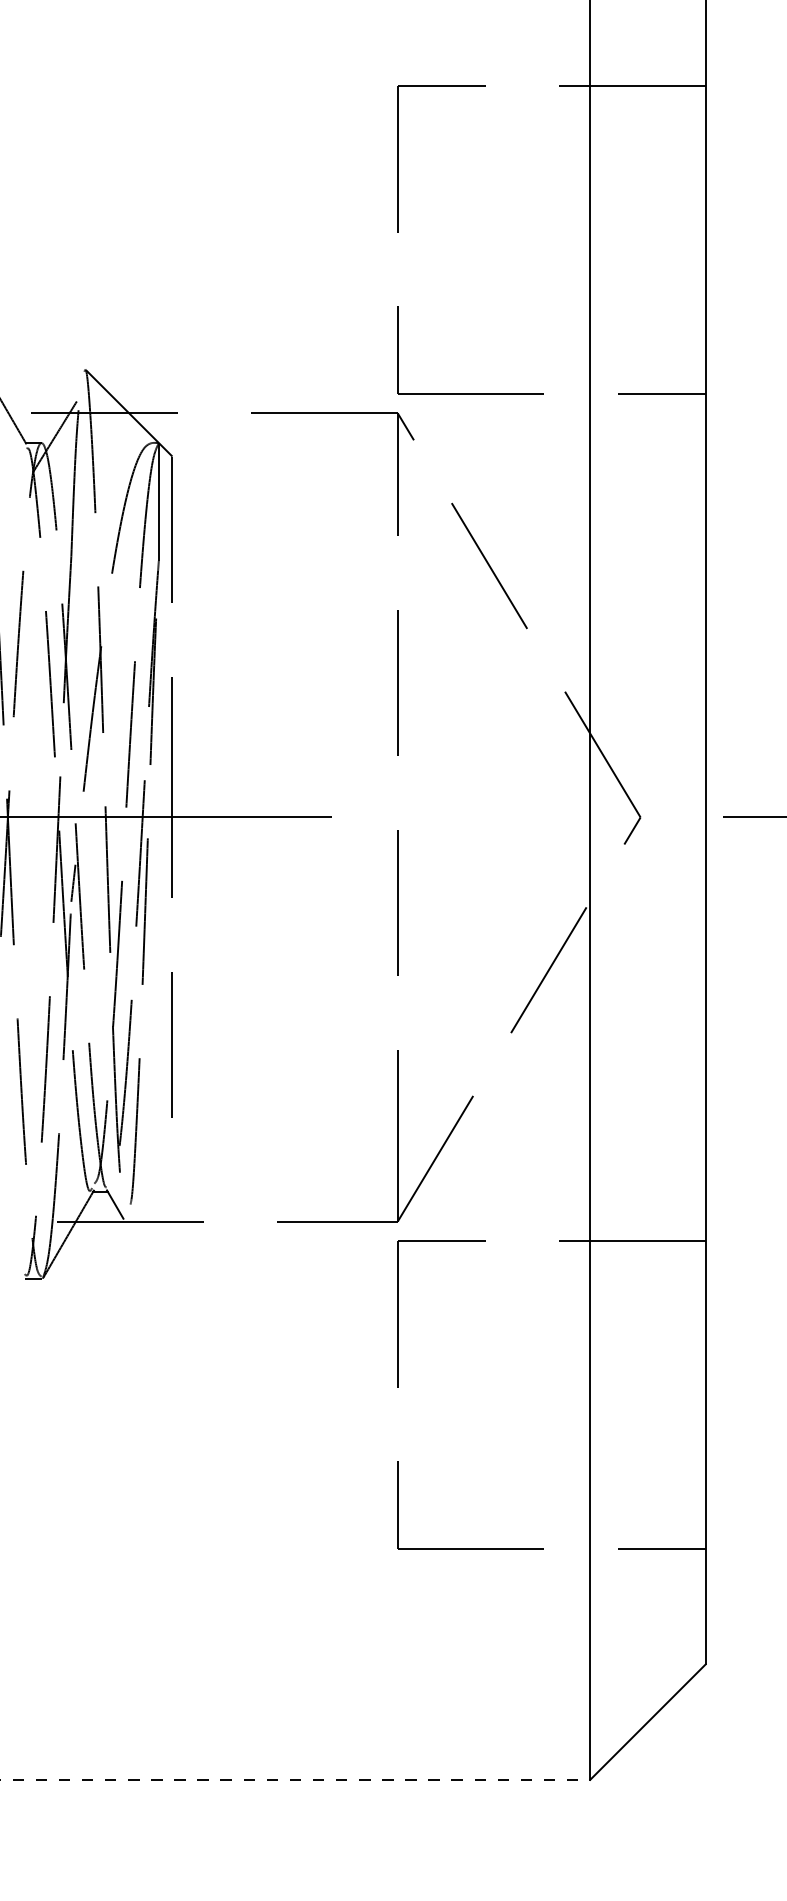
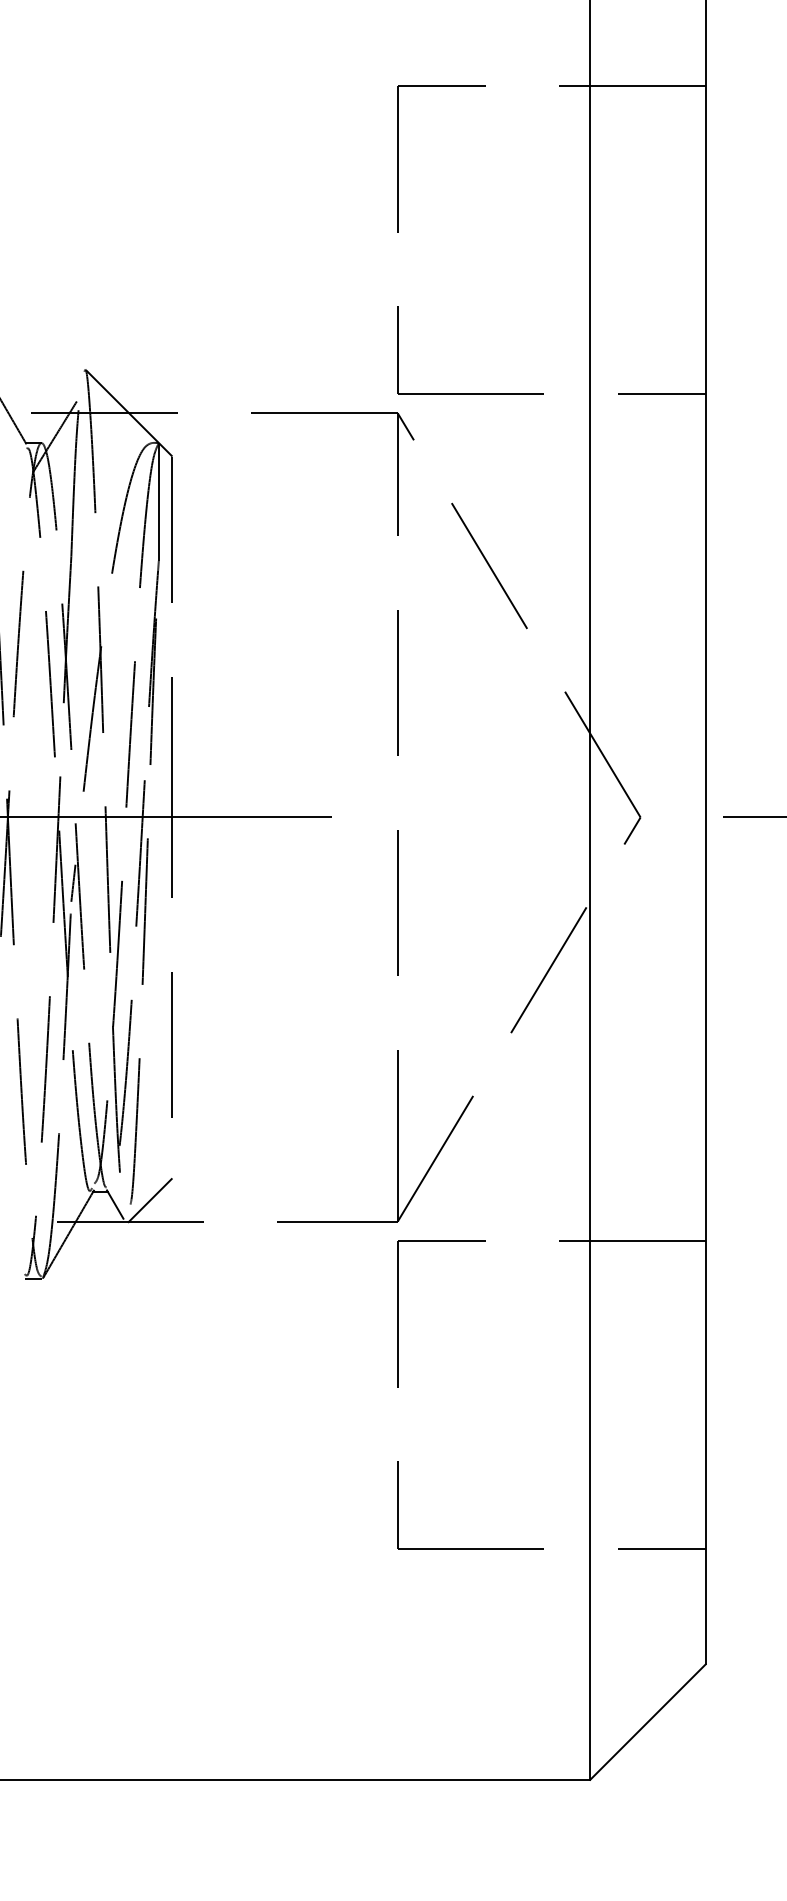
line at (149, 1200): none -> present
line at (295, 1779): dashed -> solid
